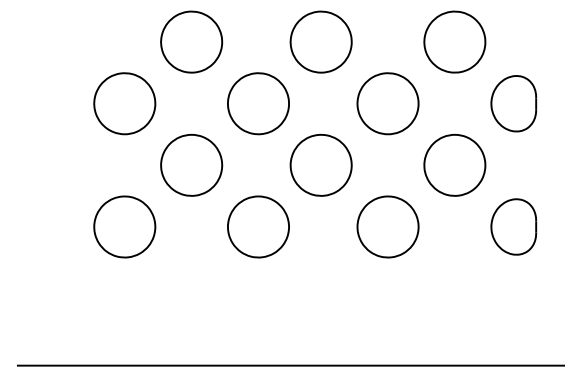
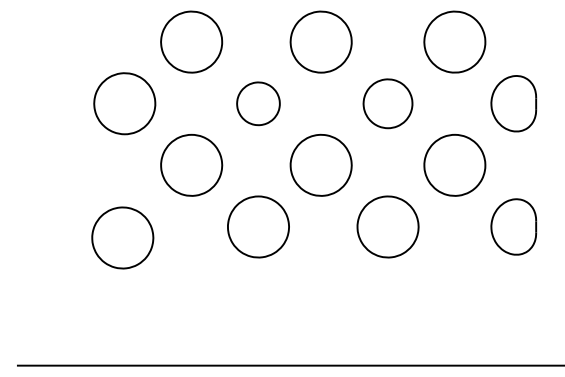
part at (258, 103) size: 63x64 px -> 45x46 px
part at (387, 103) size: 64x64 px -> 52x52 px
part at (124, 226) position: (124, 226) -> (122, 237)
